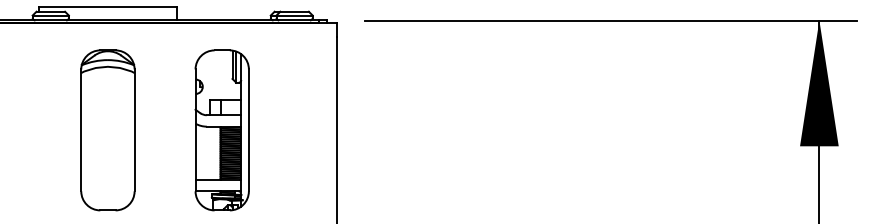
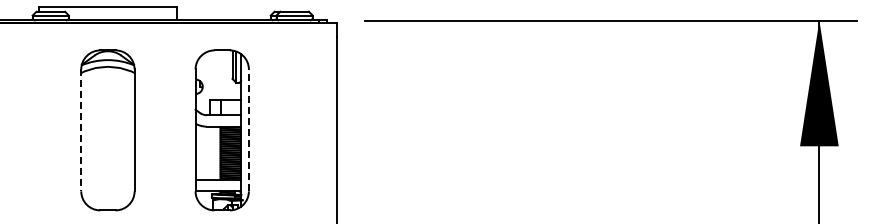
line at (81, 130): solid -> dashed
line at (248, 130): solid -> dashed
